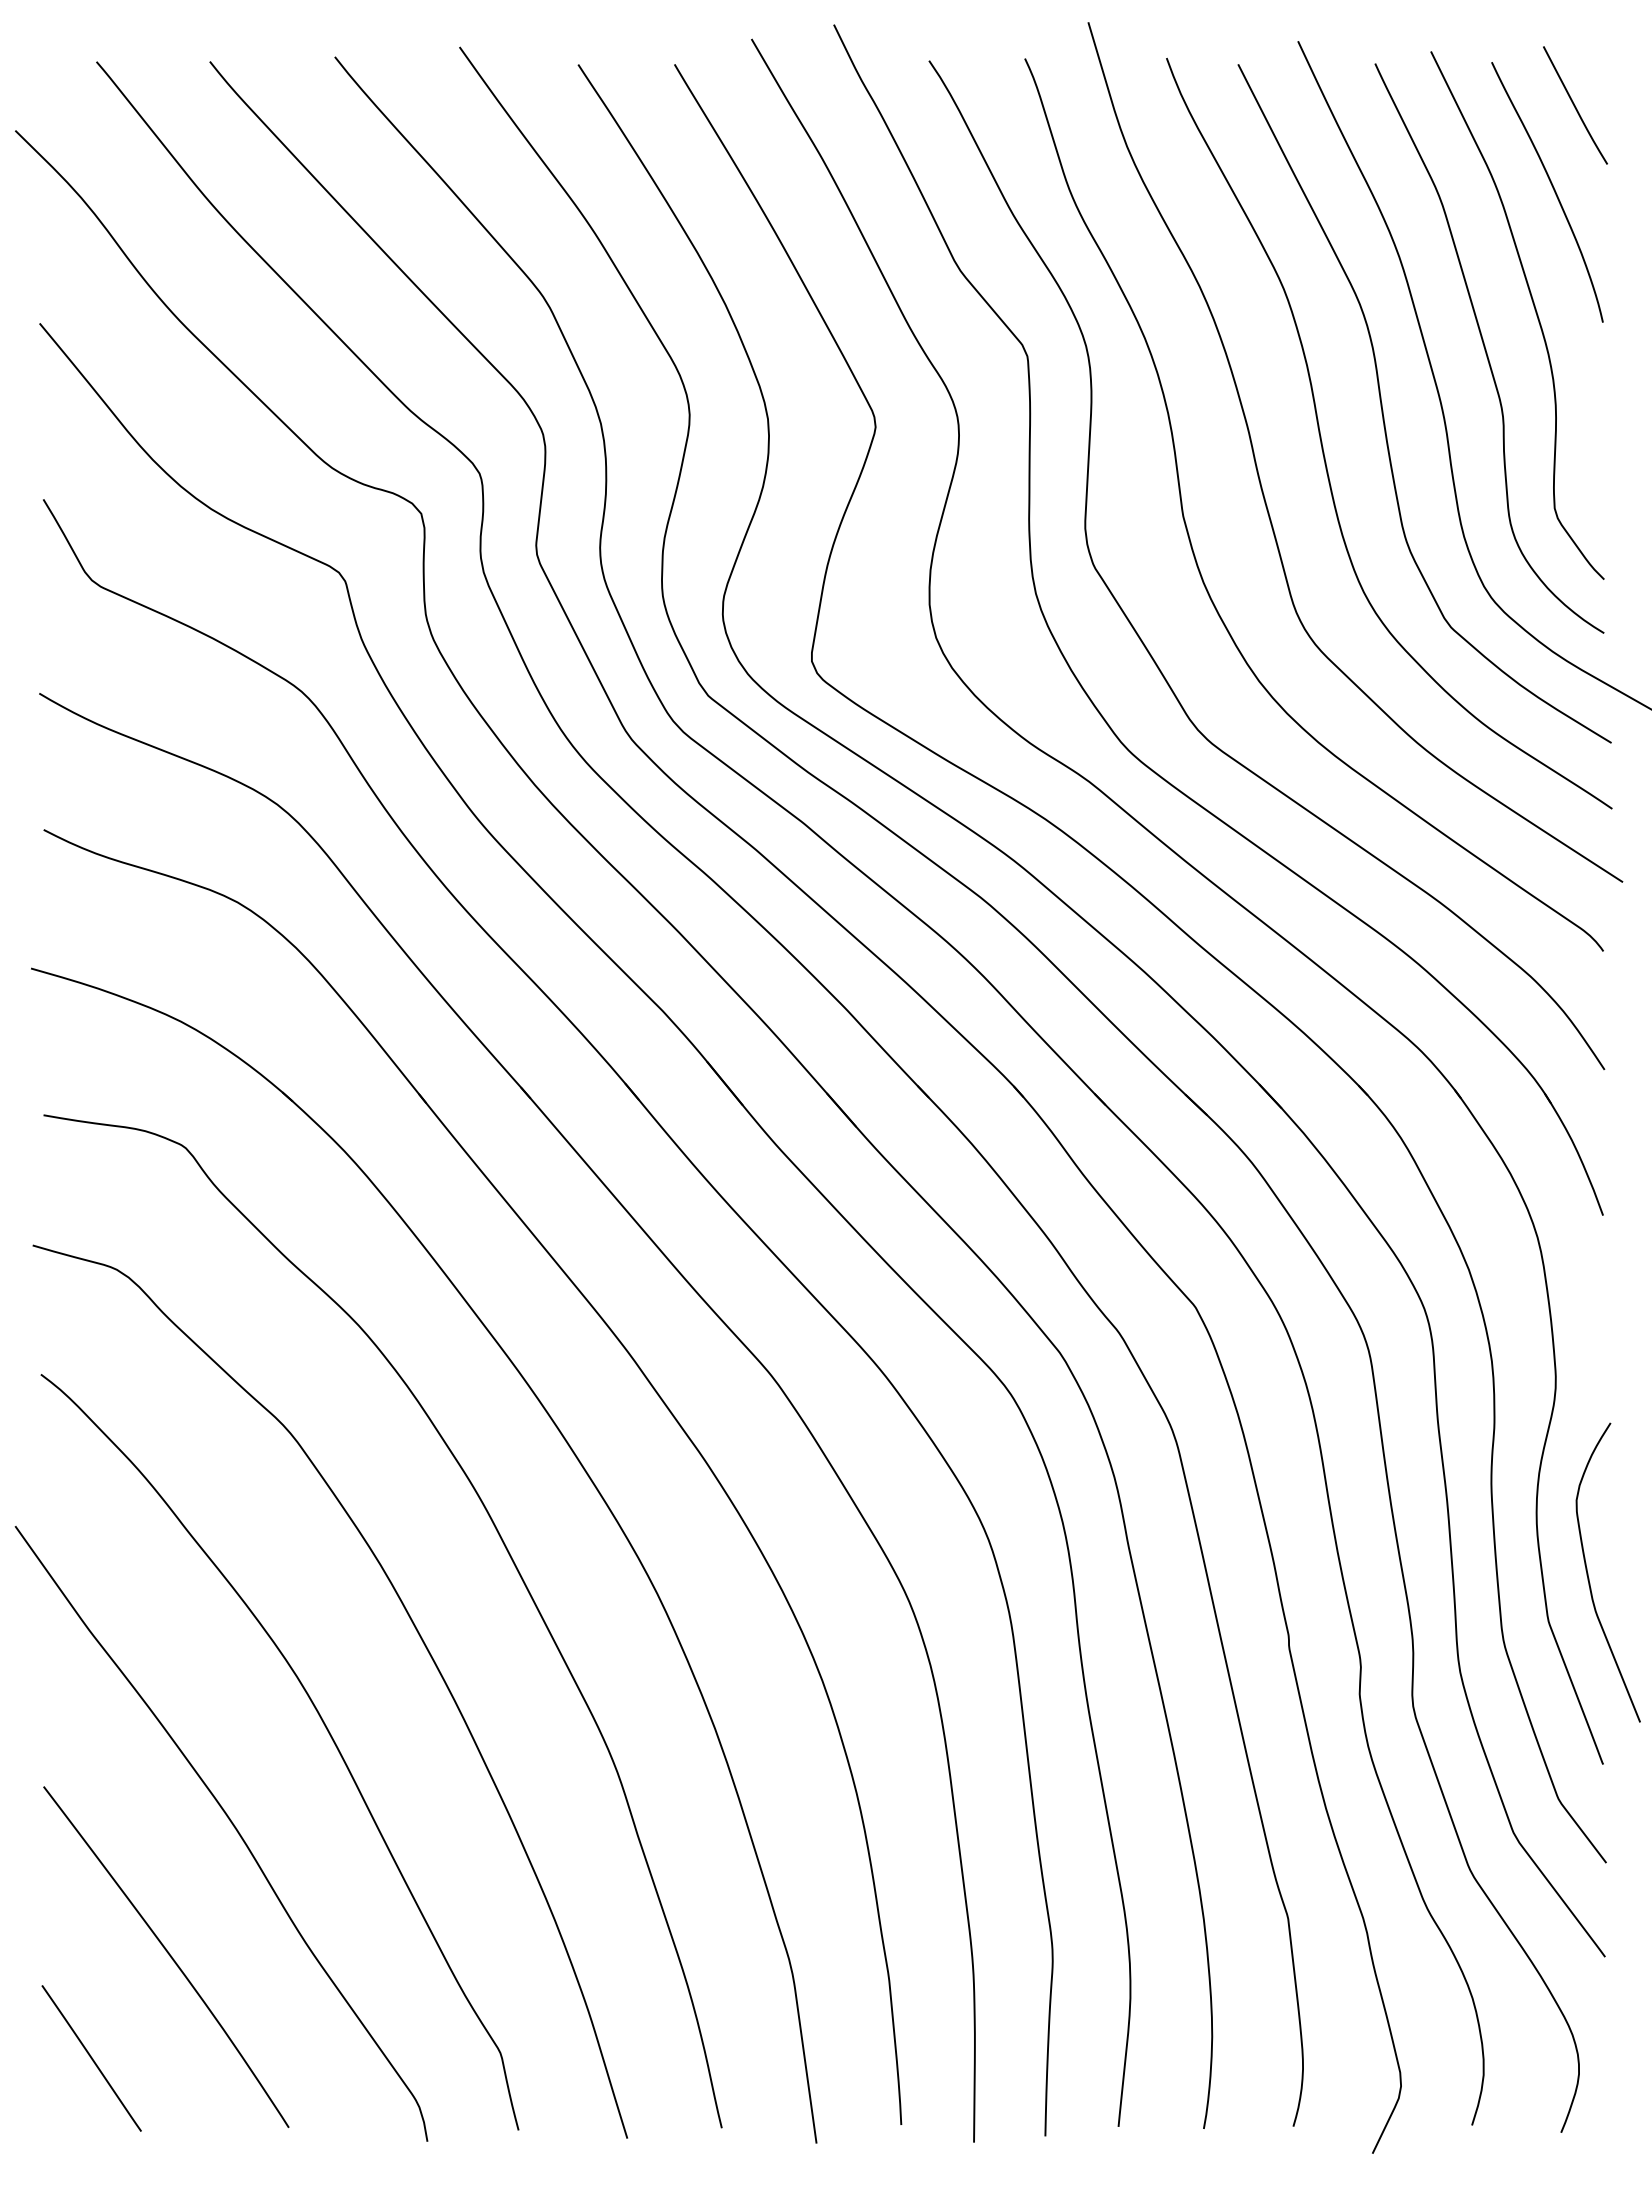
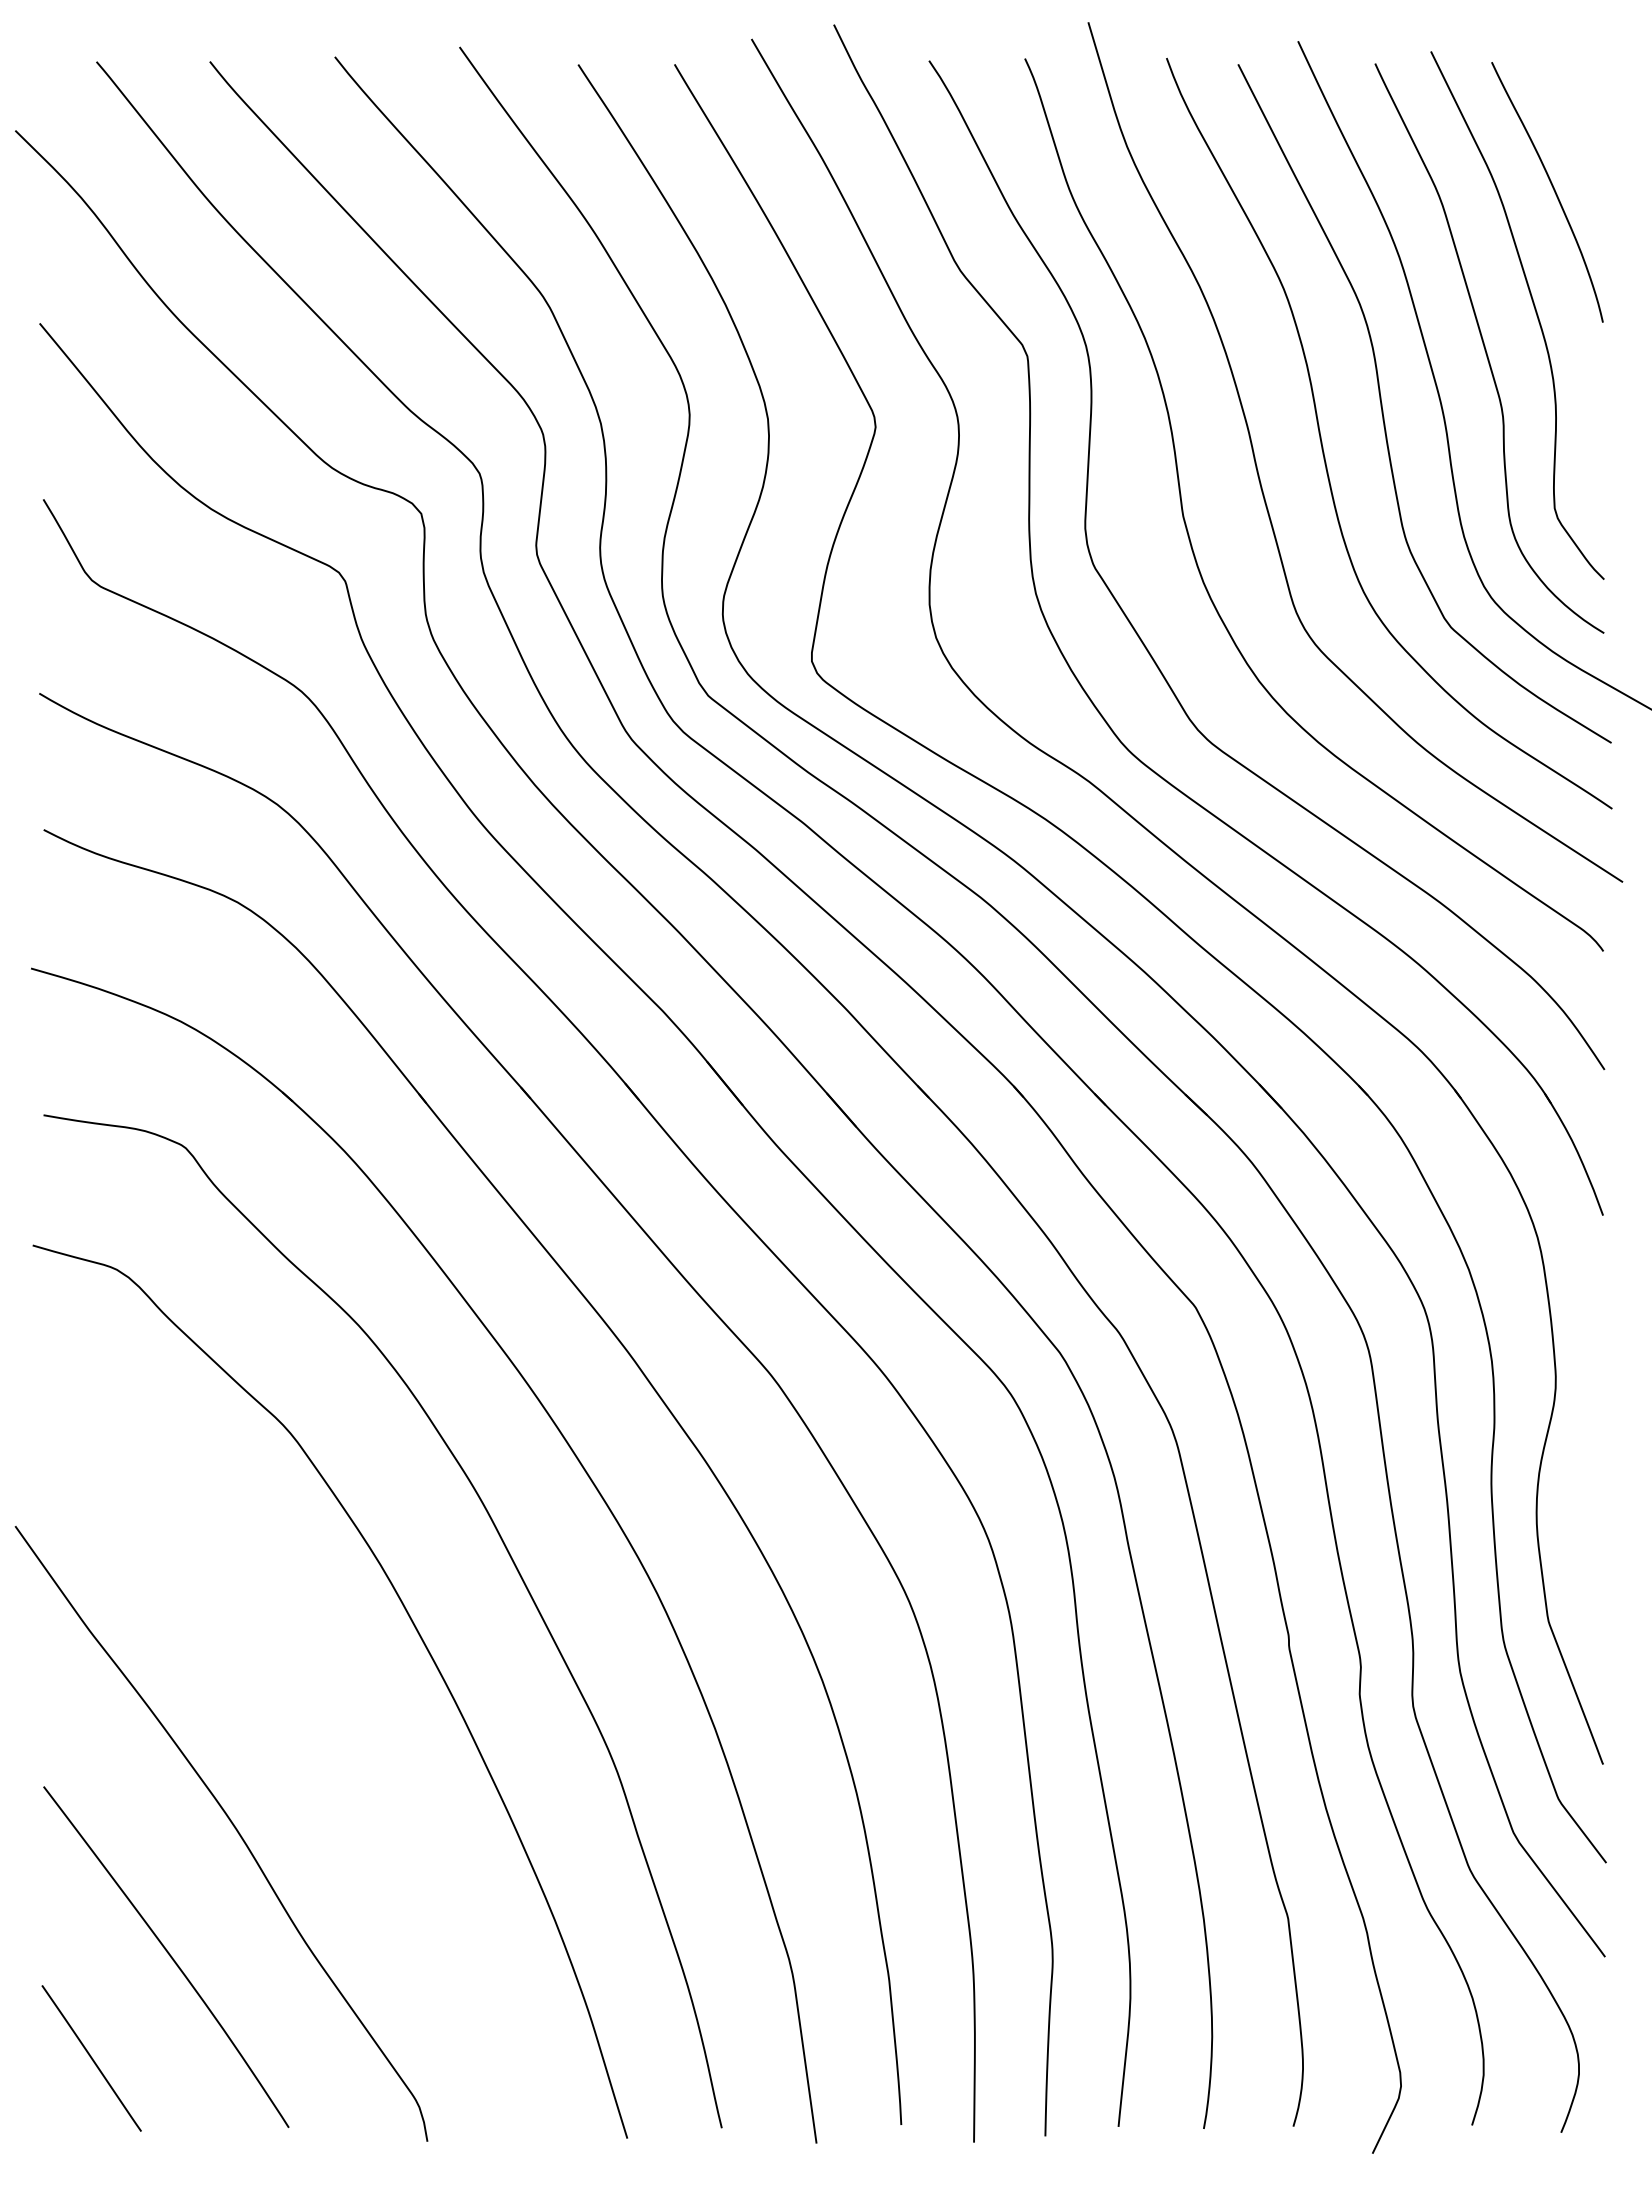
curve at (1575, 105): present -> none
curve at (1589, 1578): present -> none
curve at (325, 1728): present -> none
